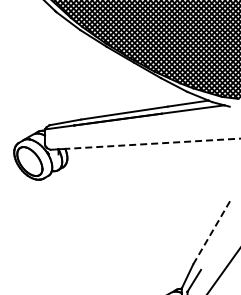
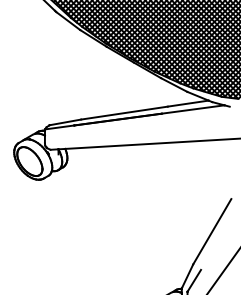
line at (152, 143): dashed -> solid
line at (212, 231): dashed -> solid
